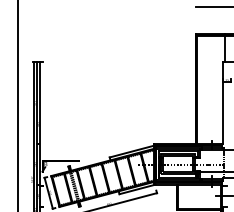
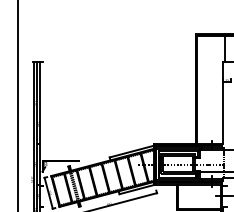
line at (212, 6): present -> none
